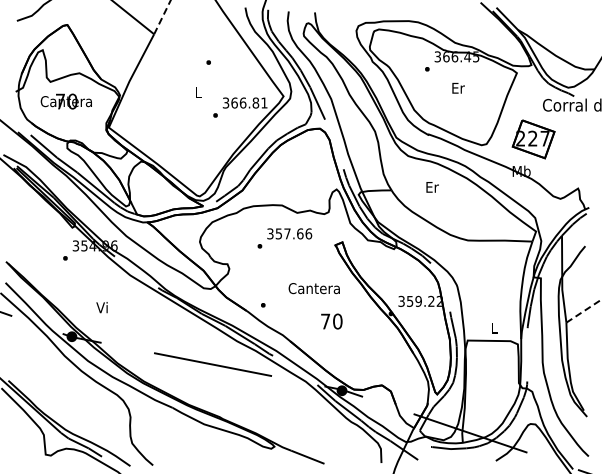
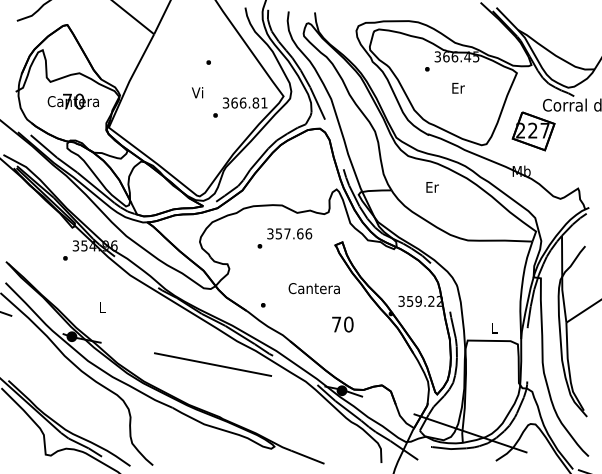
line at (162, 17): dashed -> solid
text at (197, 92): L -> Vi
text at (65, 101) position: (65, 101) -> (72, 101)
part at (533, 139) position: (533, 139) -> (533, 131)
text at (101, 307): Vi -> L
line at (584, 310): dashed -> solid
text at (331, 321) position: (331, 321) -> (342, 324)
